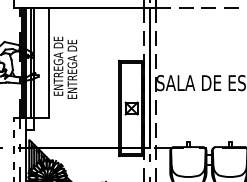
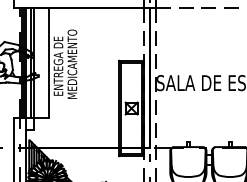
text at (72, 63): ENTREGA DE -> MEDICAMENTO
line at (13, 149): dashed -> solid
